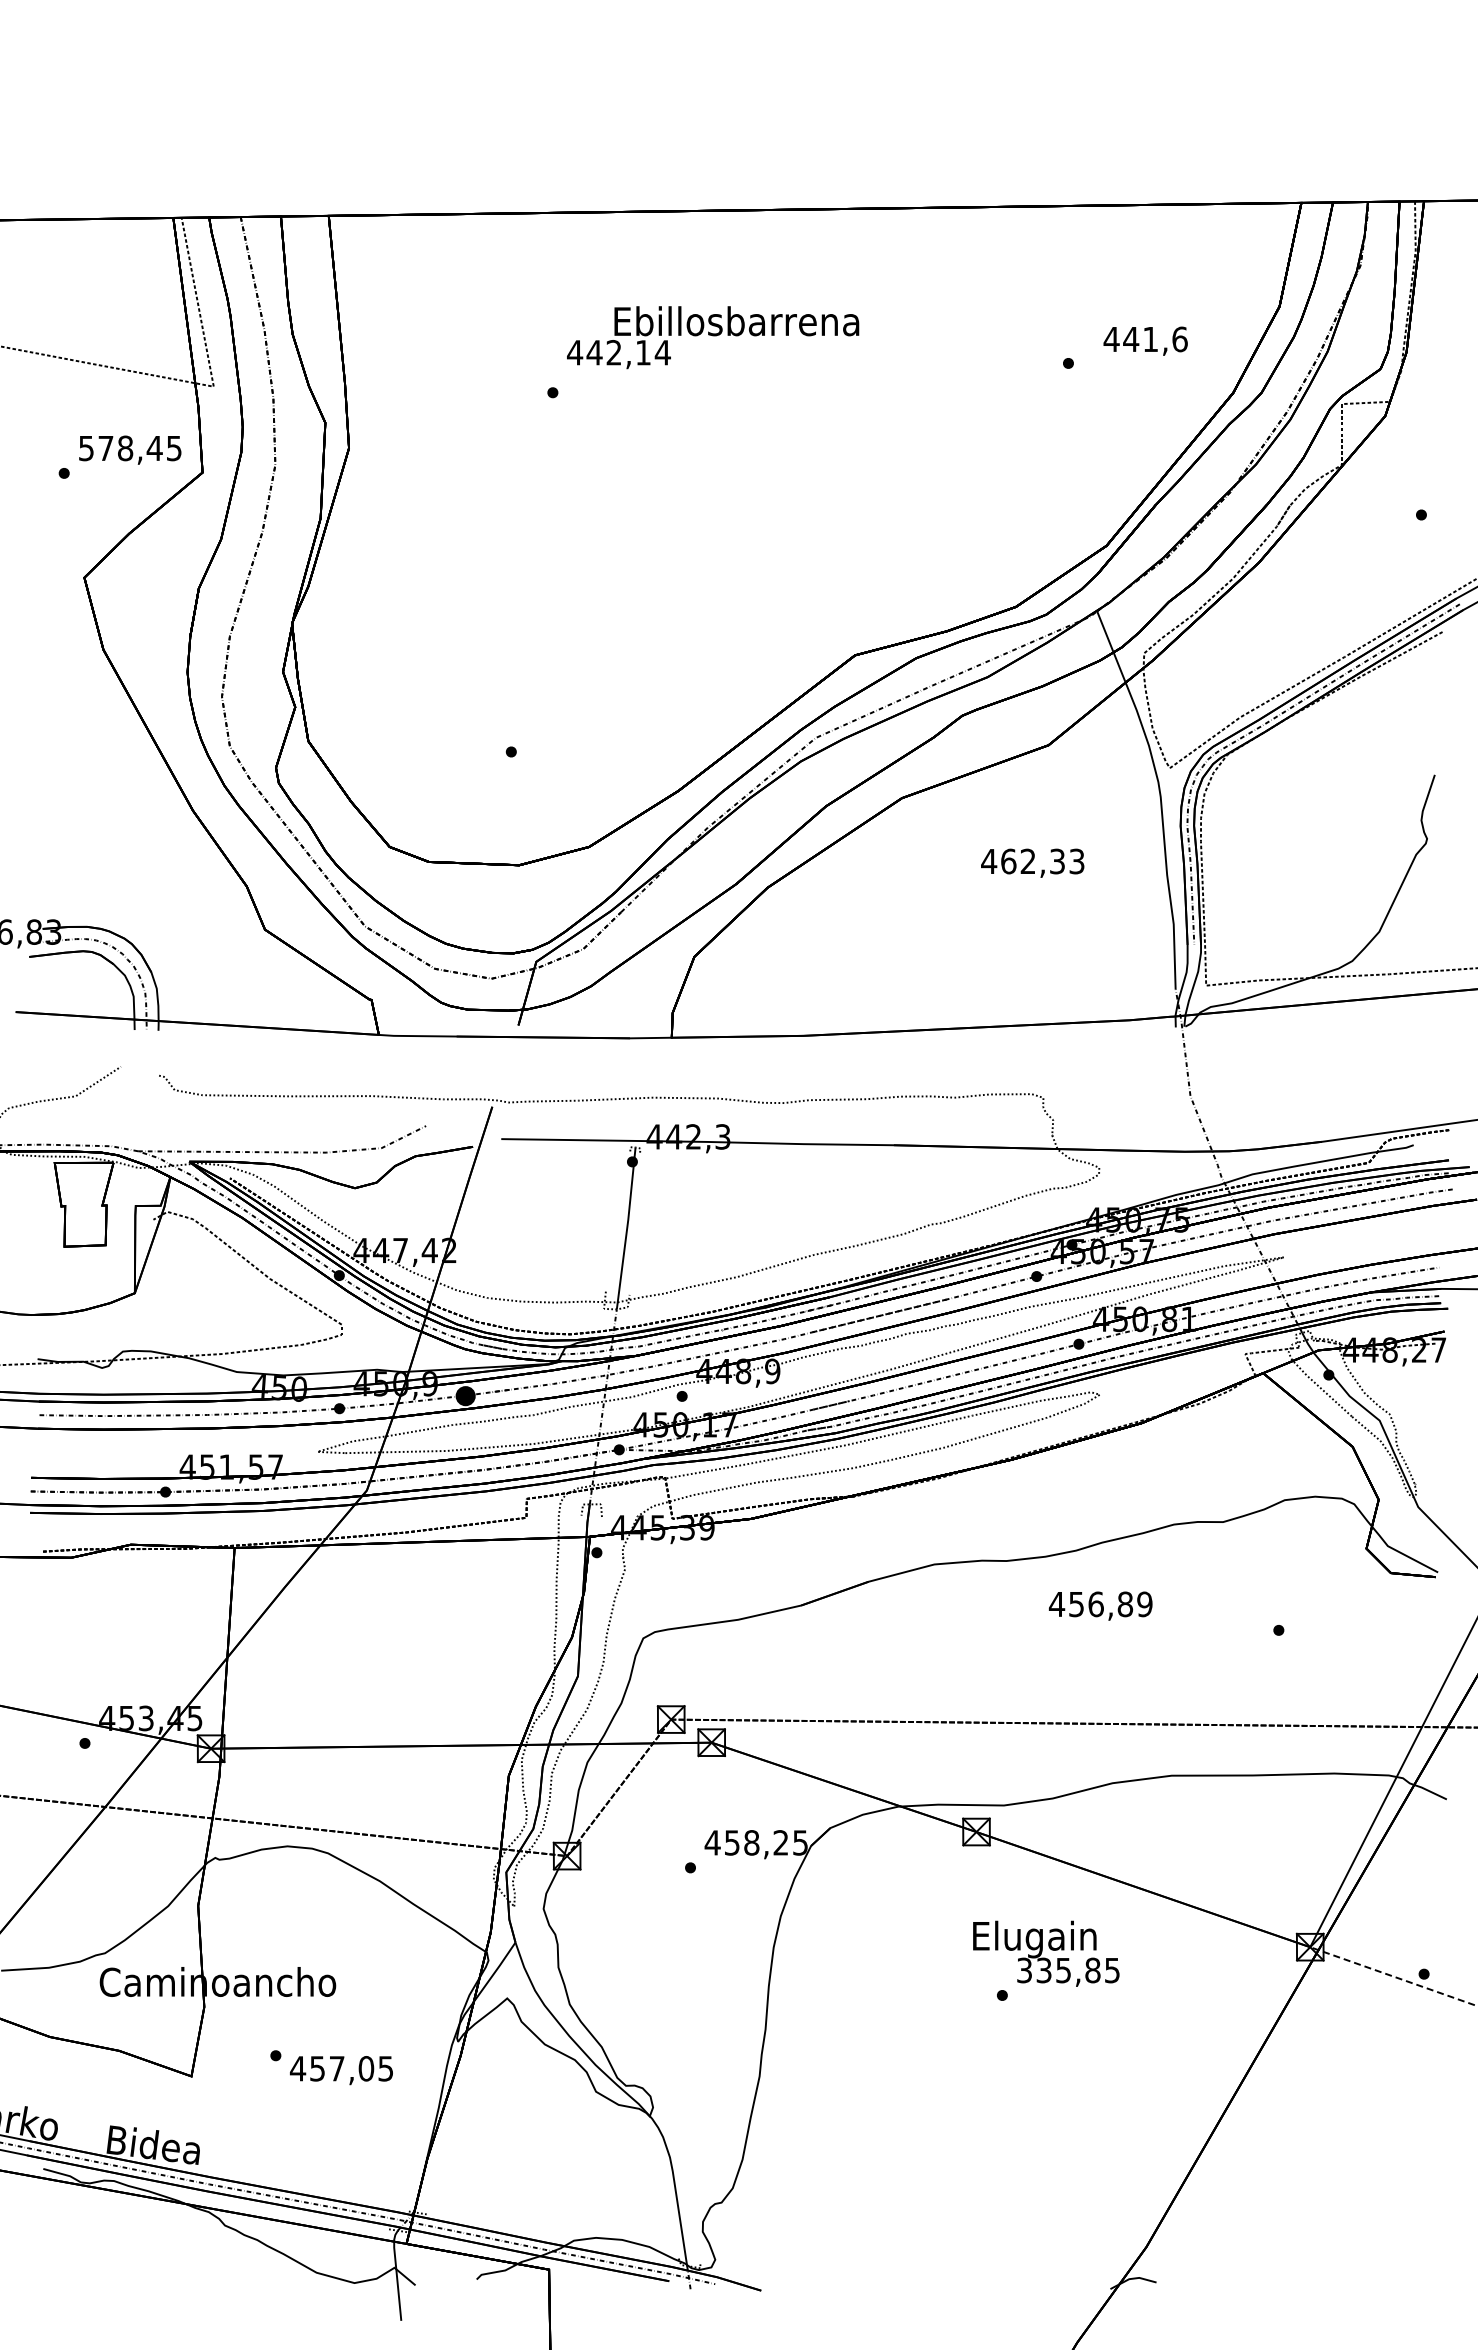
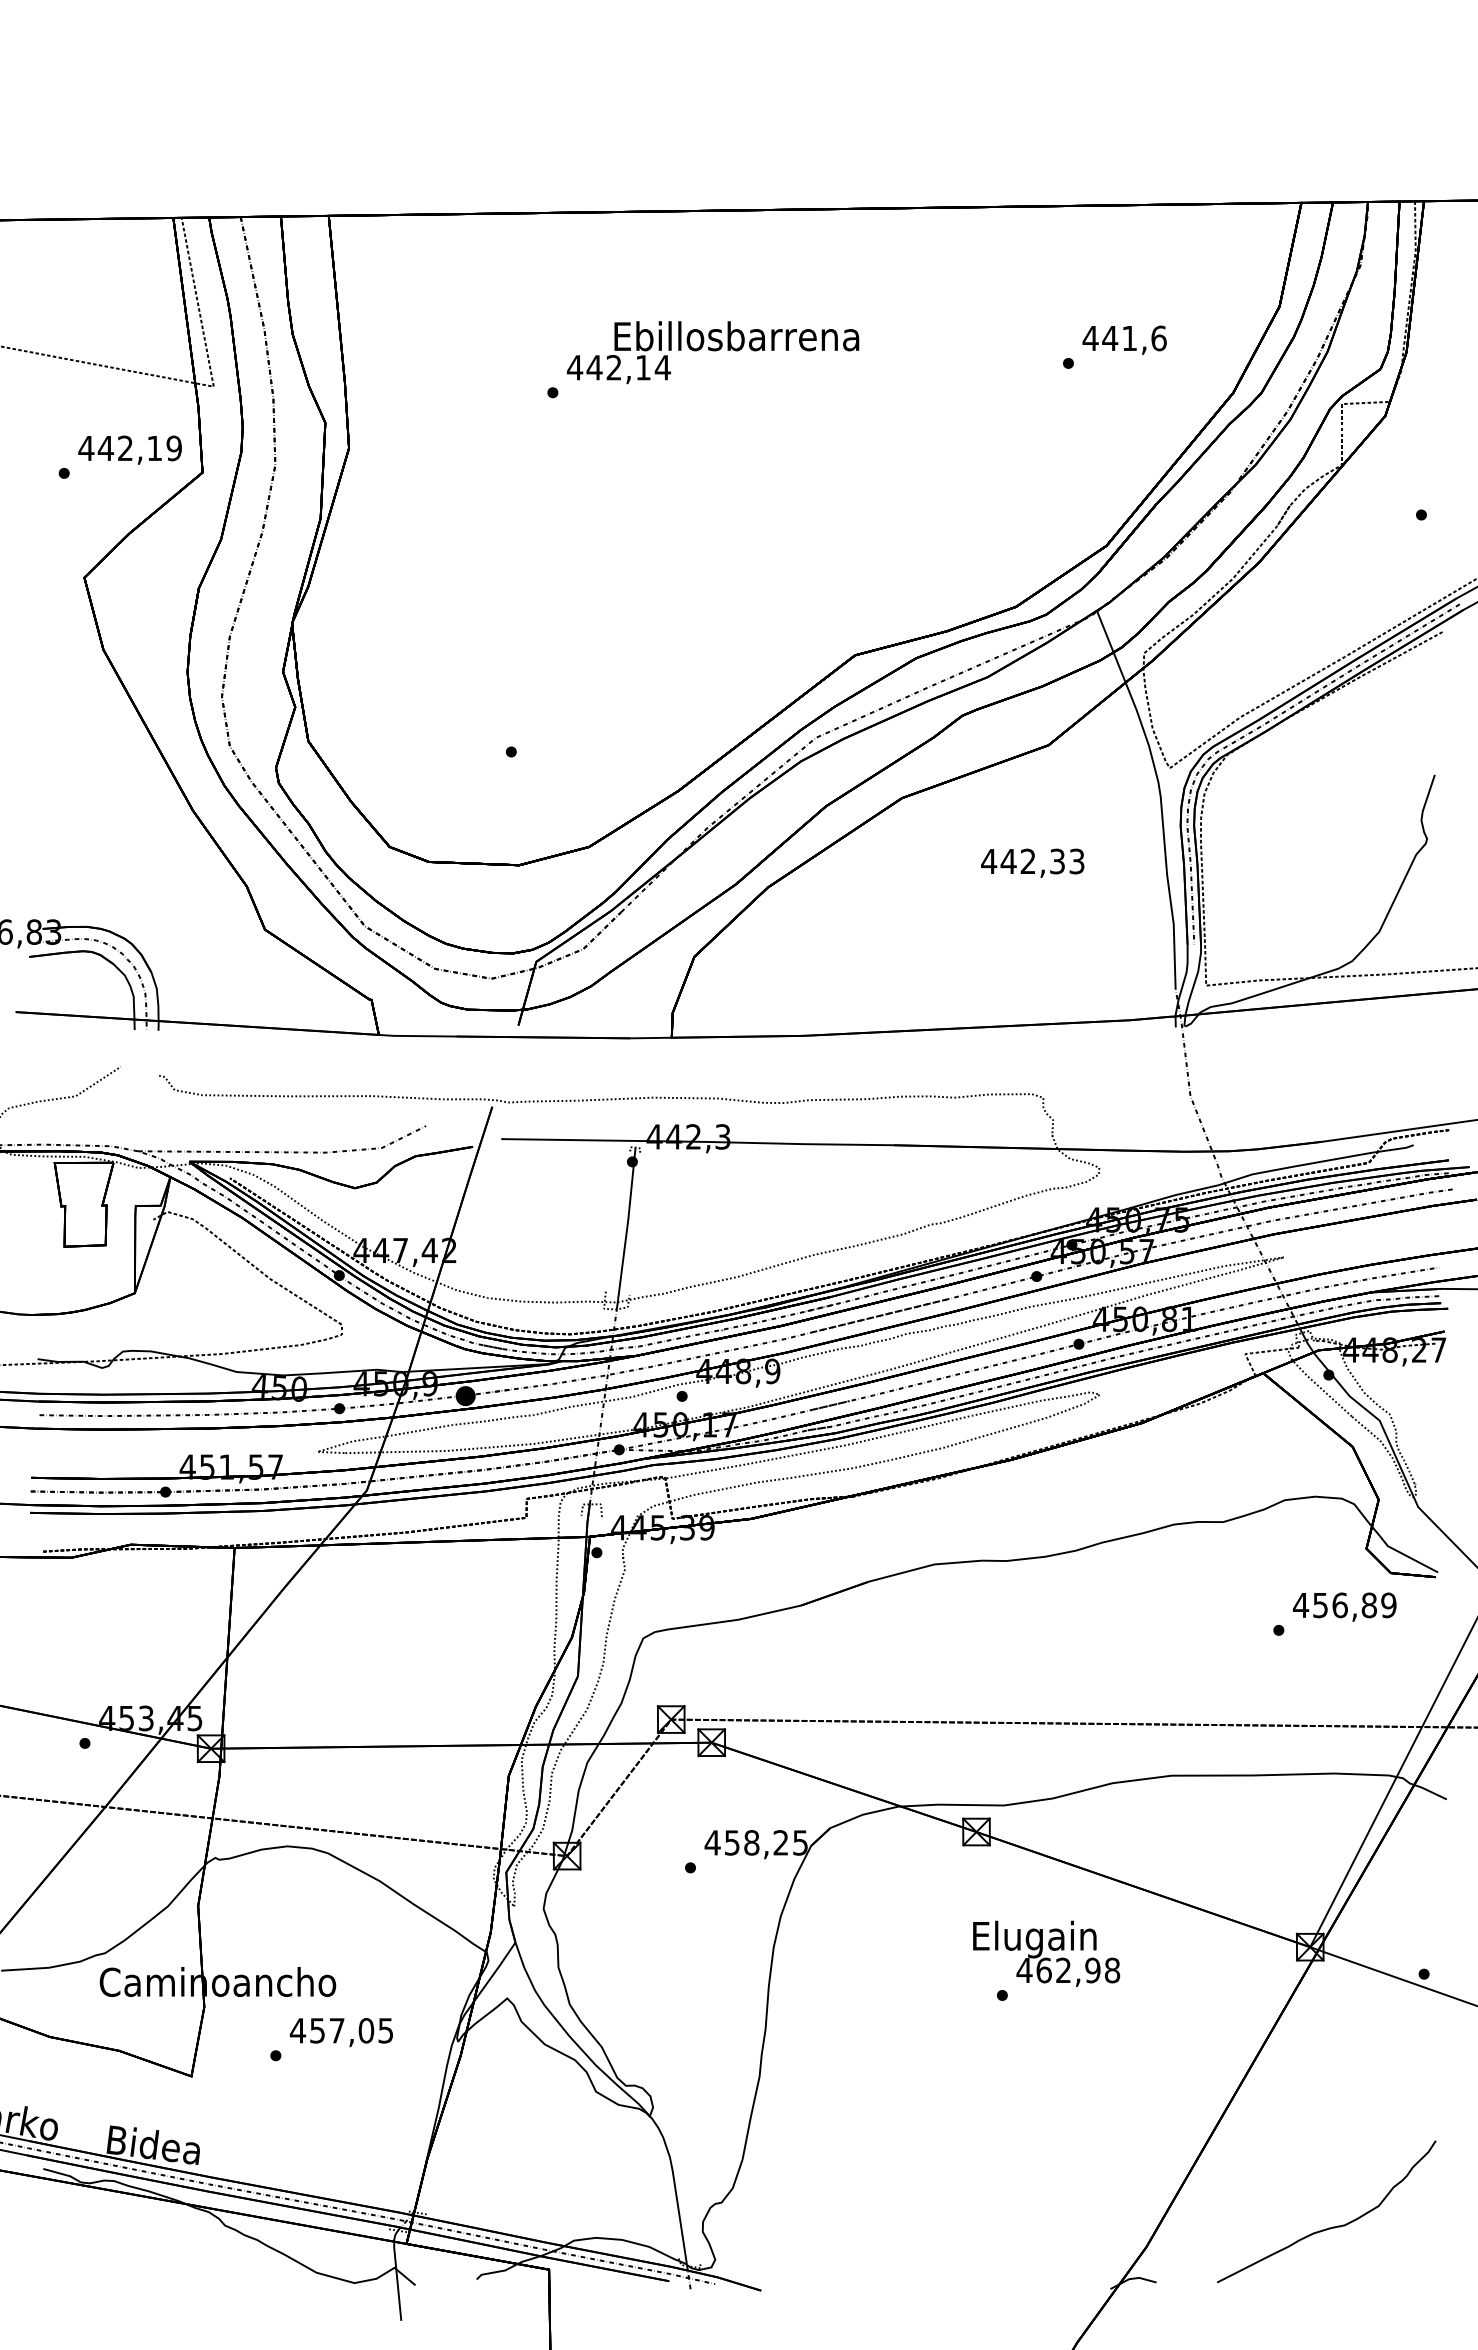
text at (713, 337) position: (713, 337) -> (713, 352)
text at (1145, 340) position: (1145, 340) -> (1124, 339)
text at (129, 448): 578,45 -> 442,19
text at (1008, 861): 462,33 -> 442,33
text at (1100, 1605) position: (1100, 1605) -> (1344, 1606)
text at (1068, 1970): 335,85 -> 462,98
line at (1394, 1976): dashed -> solid
text at (341, 2070) position: (341, 2070) -> (341, 2032)
curve at (1328, 2227): none -> present
